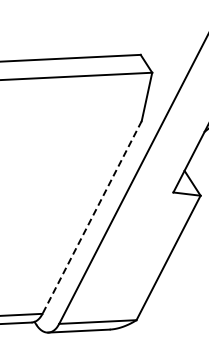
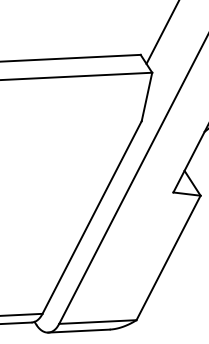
line at (162, 32): none -> present
line at (91, 217): dashed -> solid
